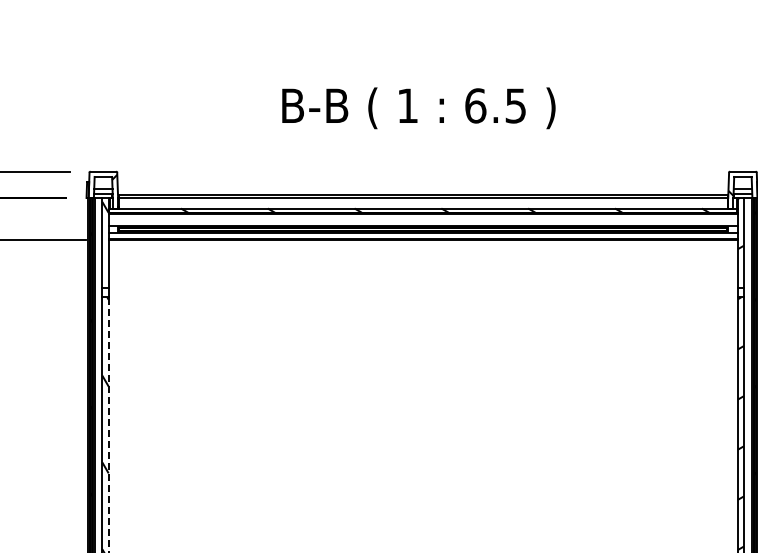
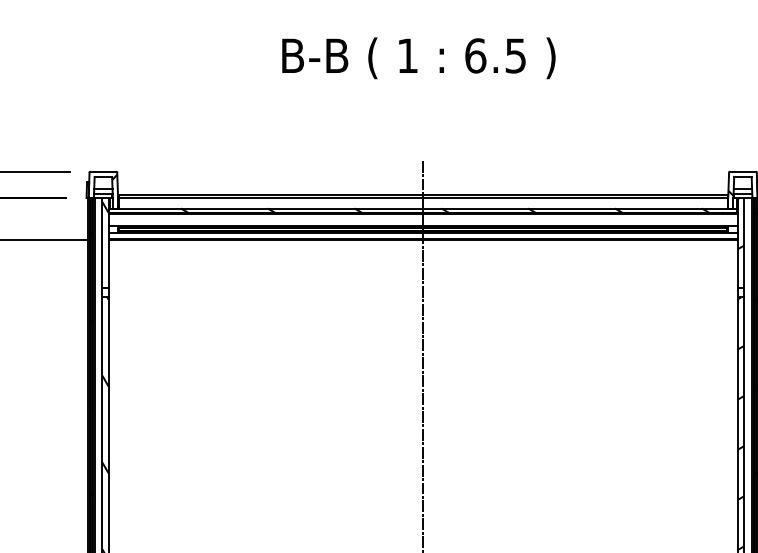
text at (418, 108) position: (418, 108) -> (418, 58)
line at (423, 354): none -> present
line at (108, 424): dashed -> solid
